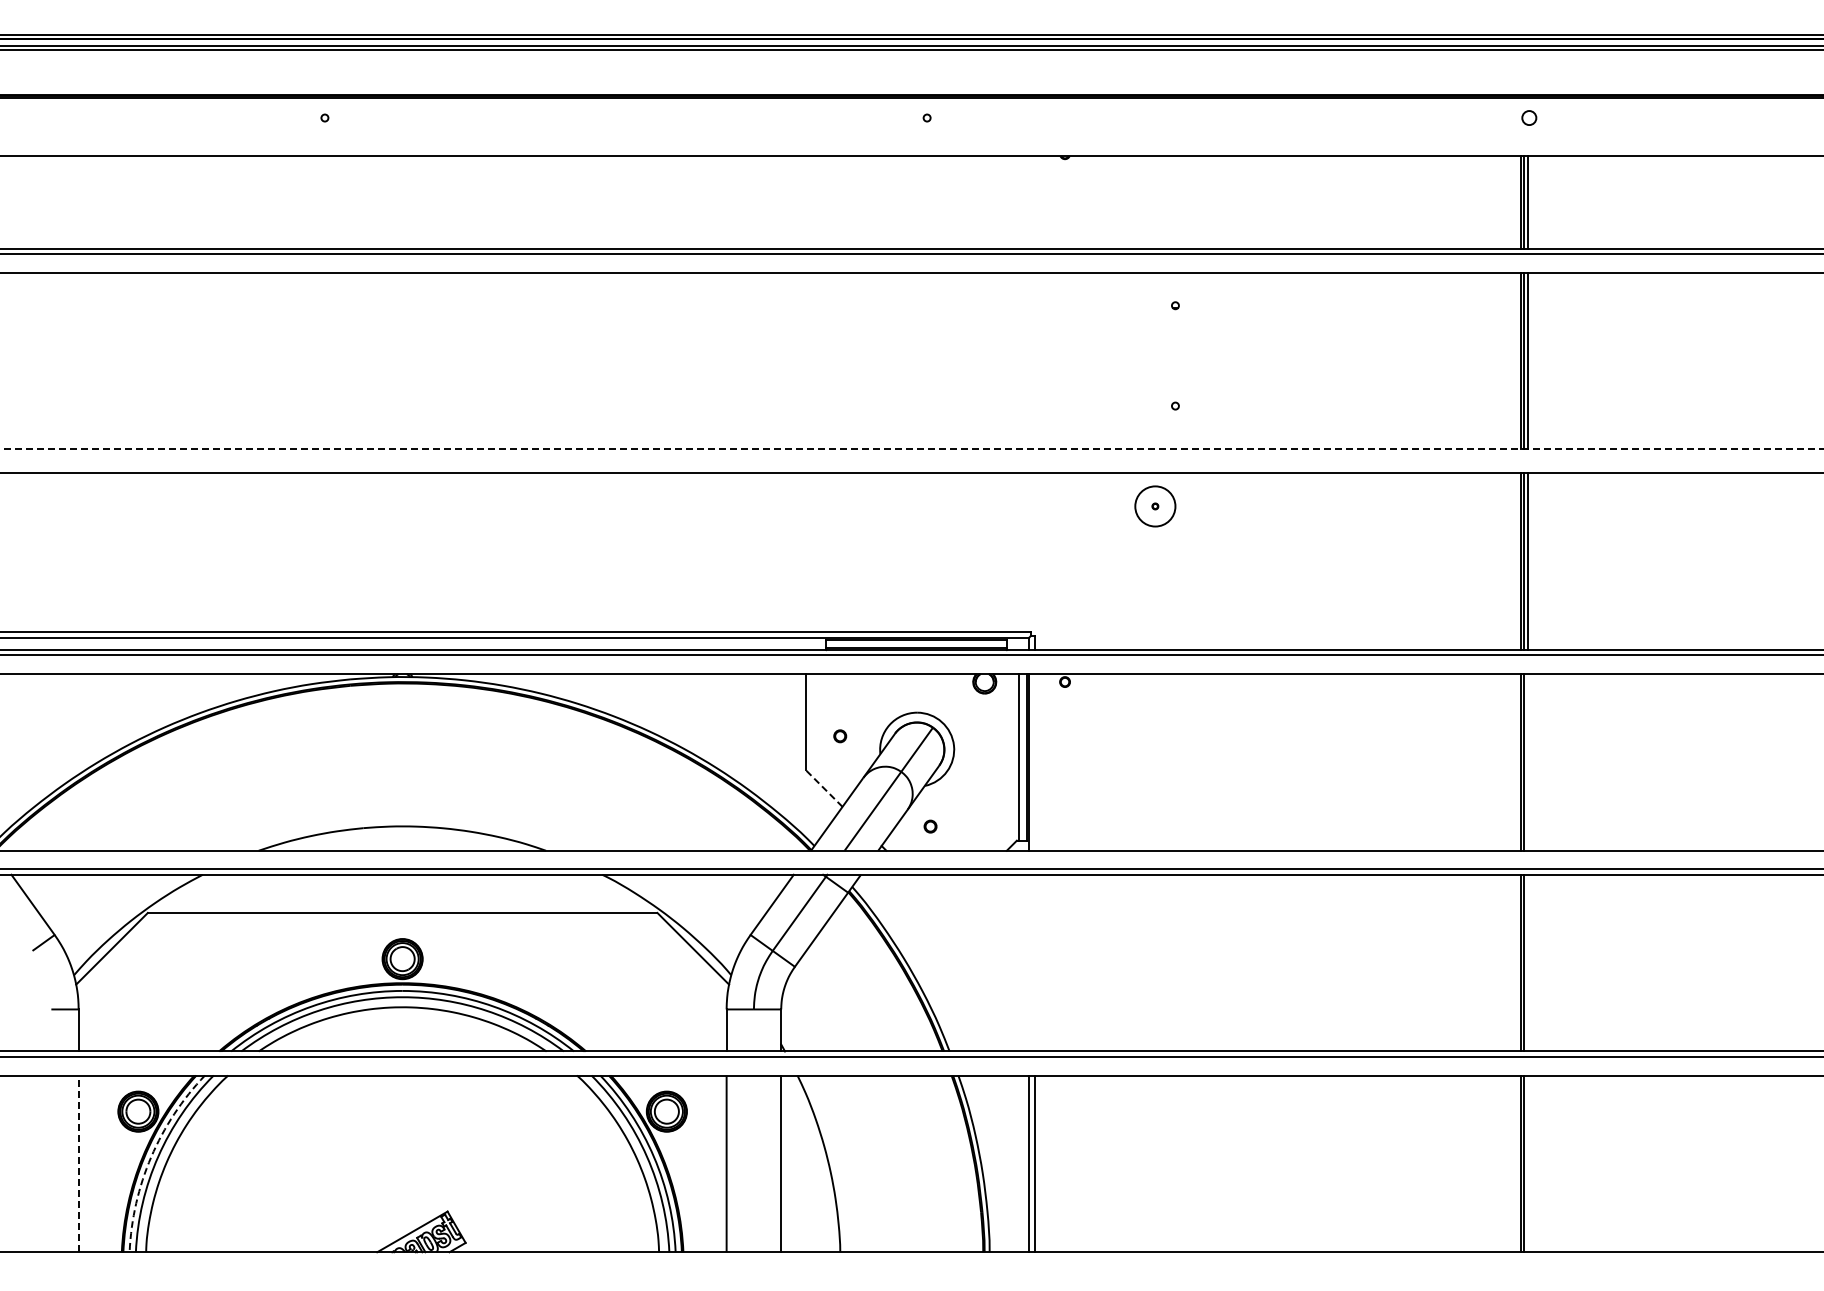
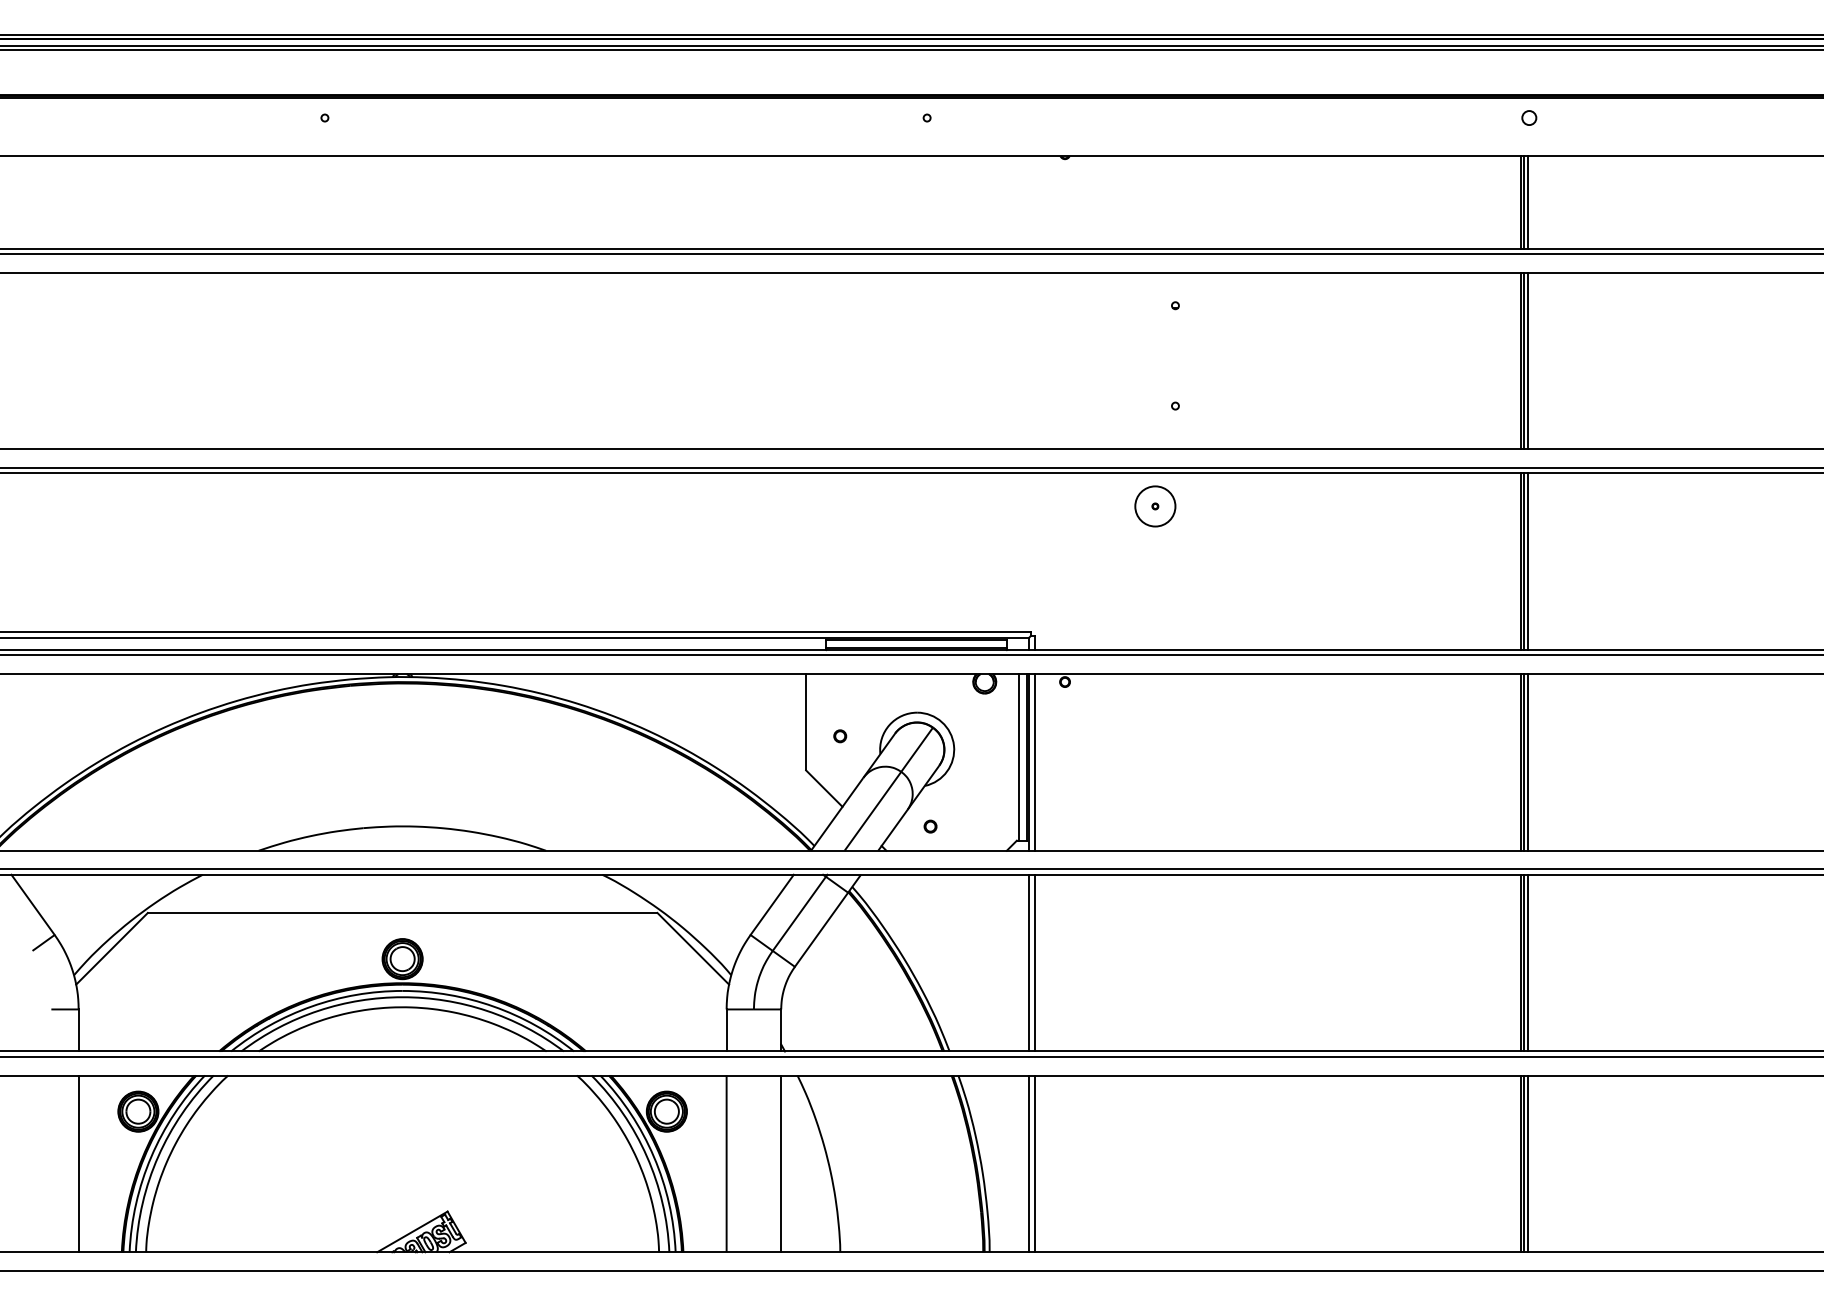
line at (911, 449): dashed -> solid
line at (911, 468): none -> present
line at (1034, 762): none -> present
line at (1527, 762): none -> present
line at (824, 788): dashed -> solid
line at (1028, 962): none -> present
line at (1034, 962): none -> present
line at (1527, 962): none -> present
arc at (151, 1157): dashed -> solid
line at (78, 1163): dashed -> solid
line at (1527, 1163): none -> present
line at (911, 1270): none -> present
